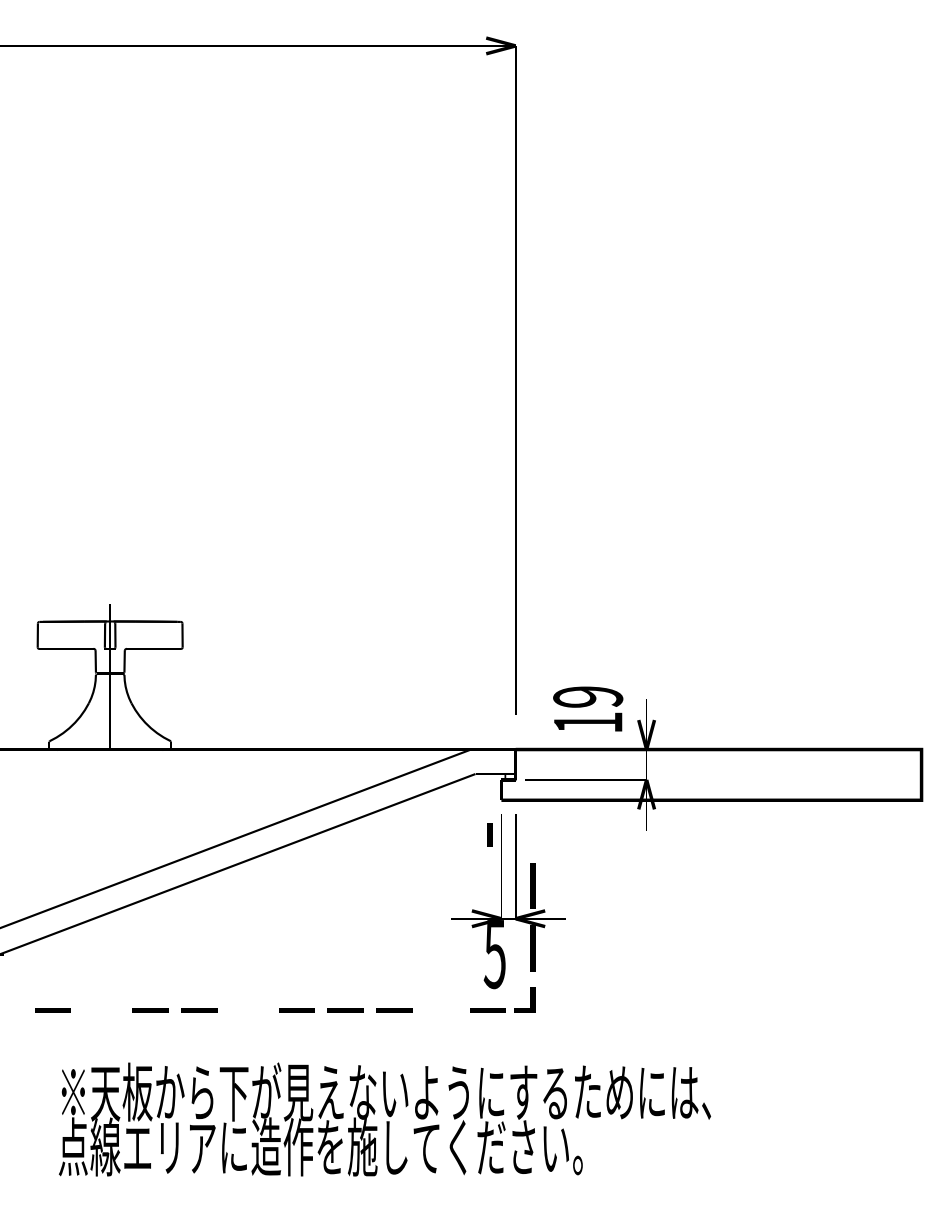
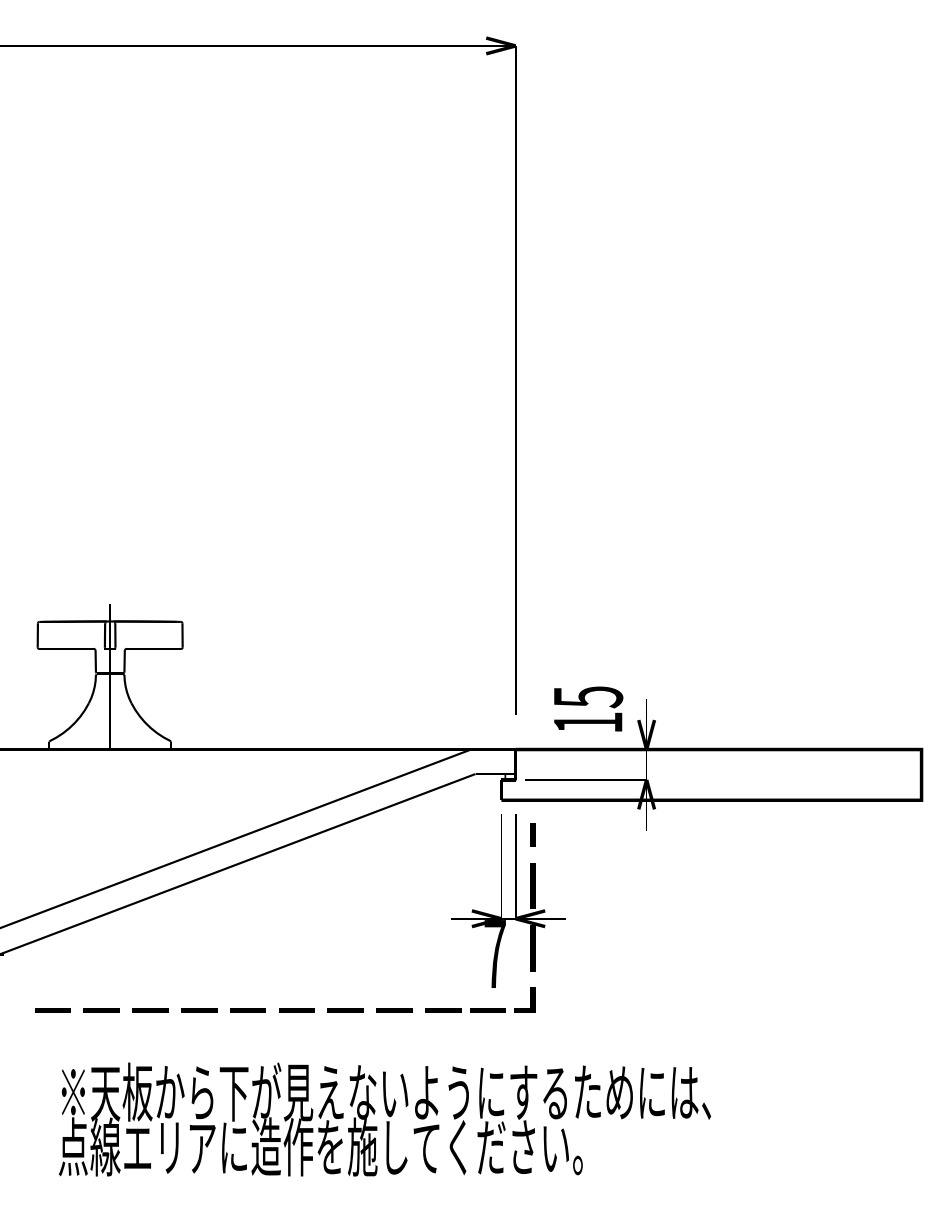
text at (588, 697): 19 -> 15
line at (489, 834) position: (489, 834) -> (532, 834)
text at (494, 954): 5 -> 7
line at (101, 1010): none -> present
line at (247, 1010): none -> present
line at (443, 1010): none -> present
